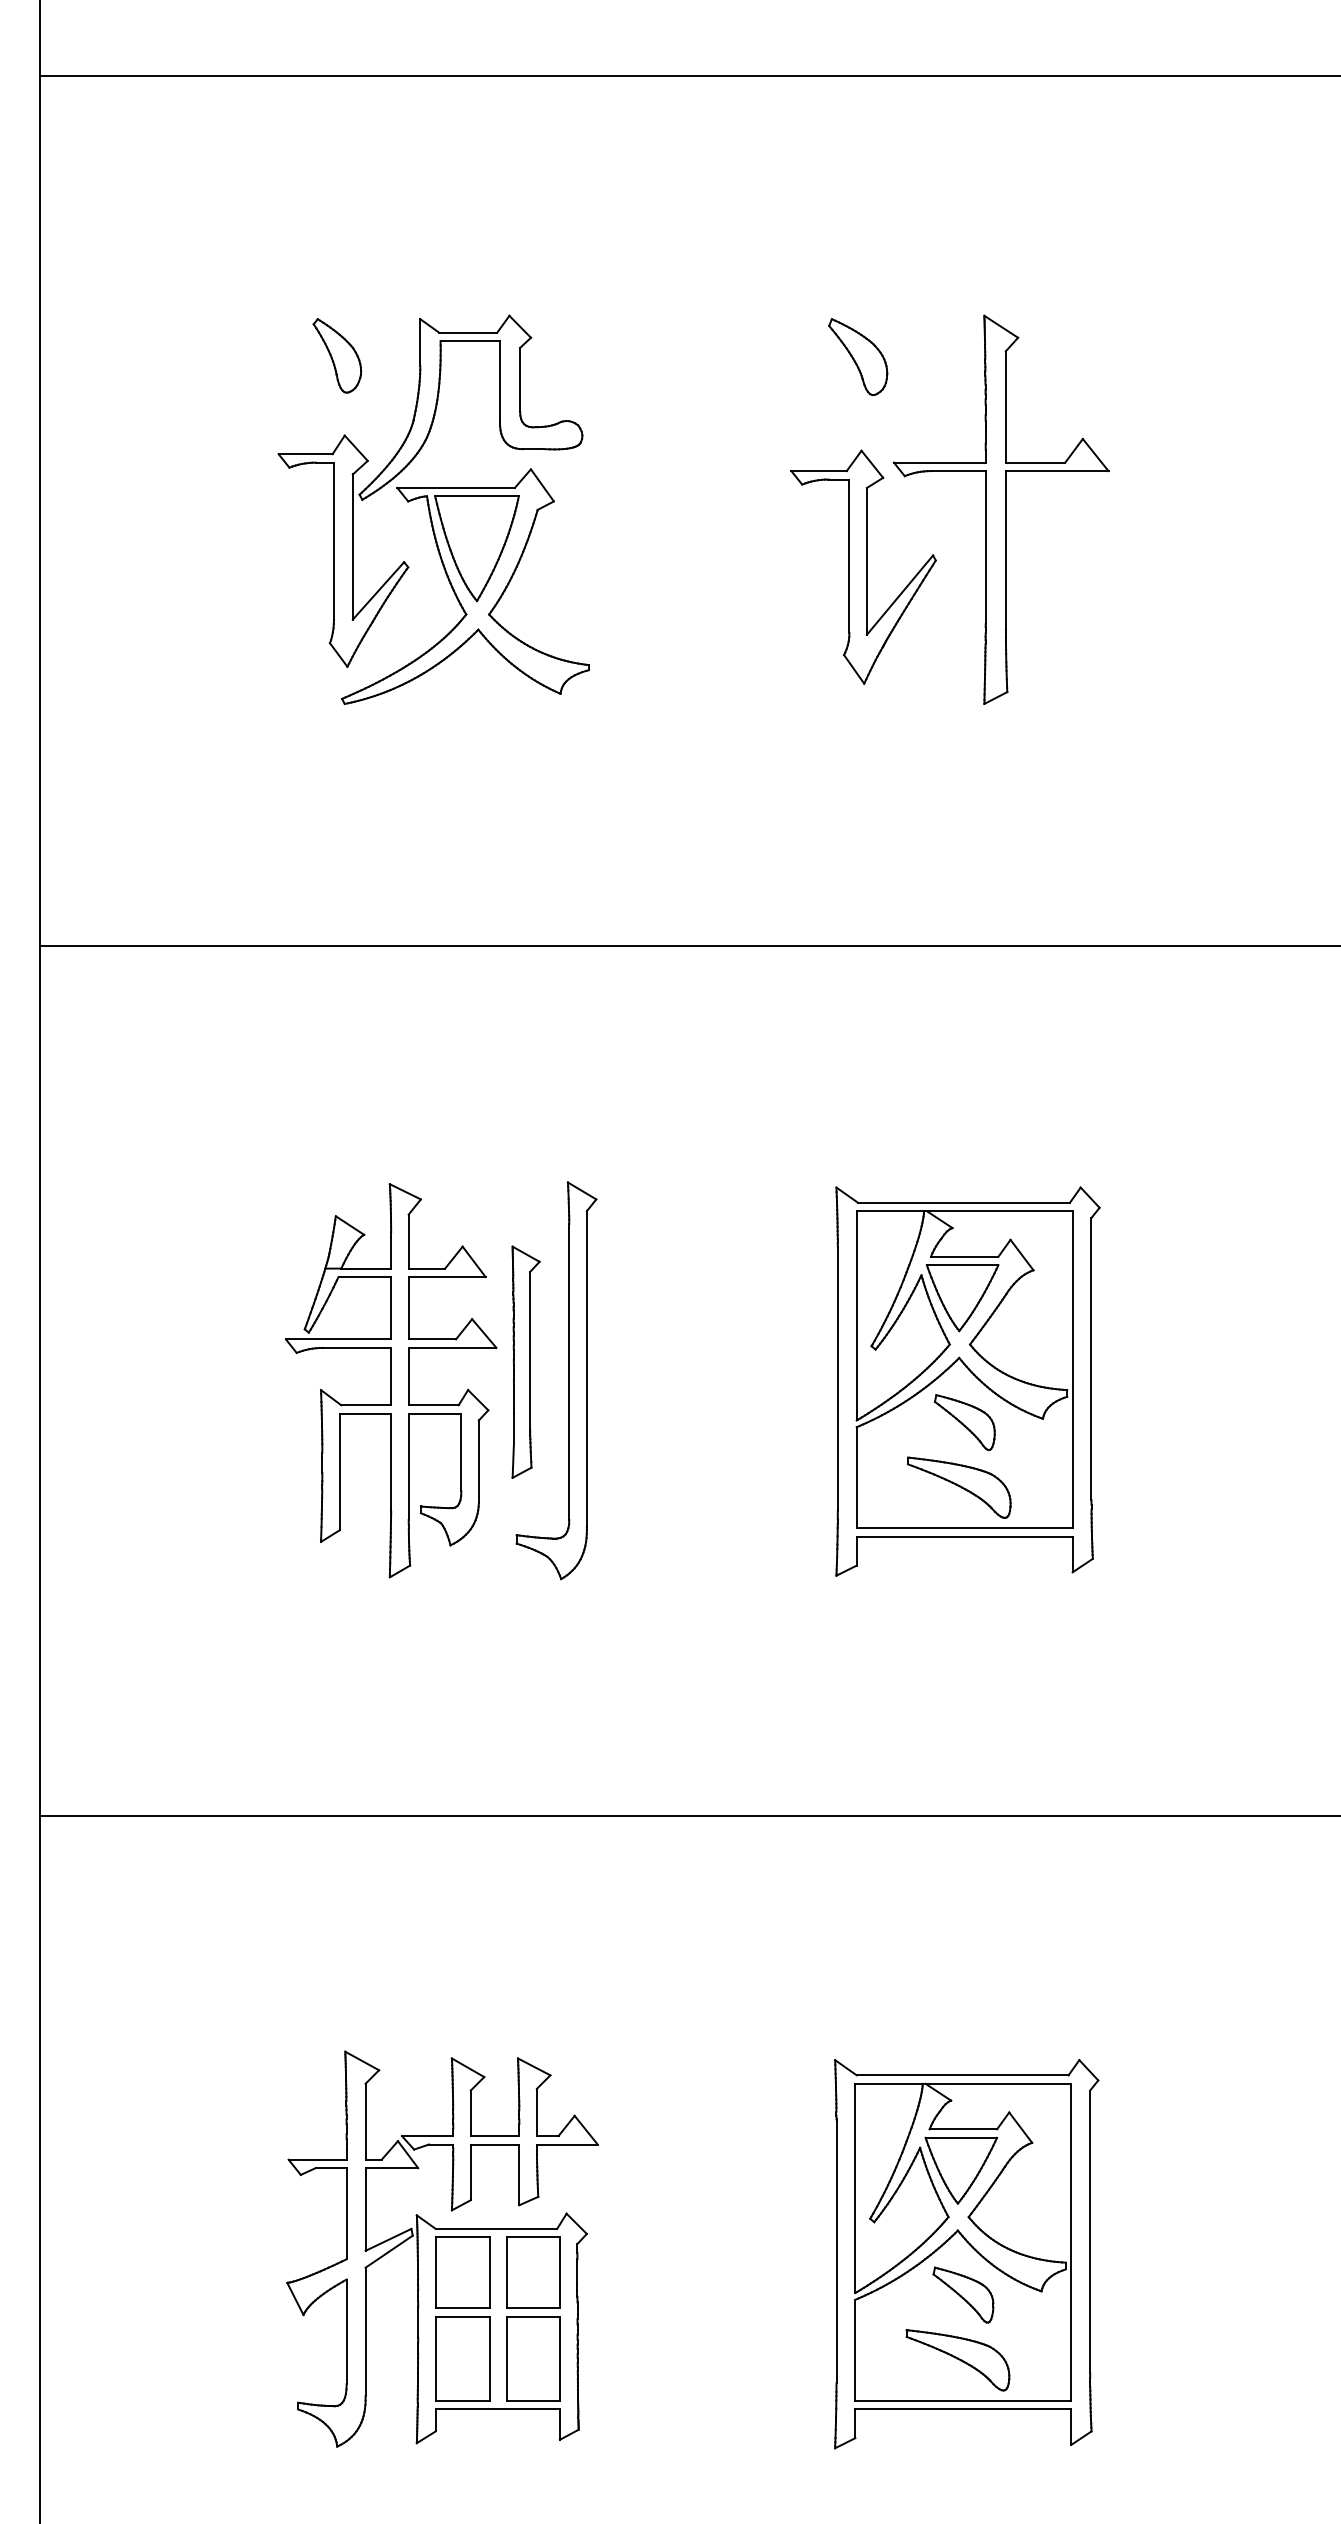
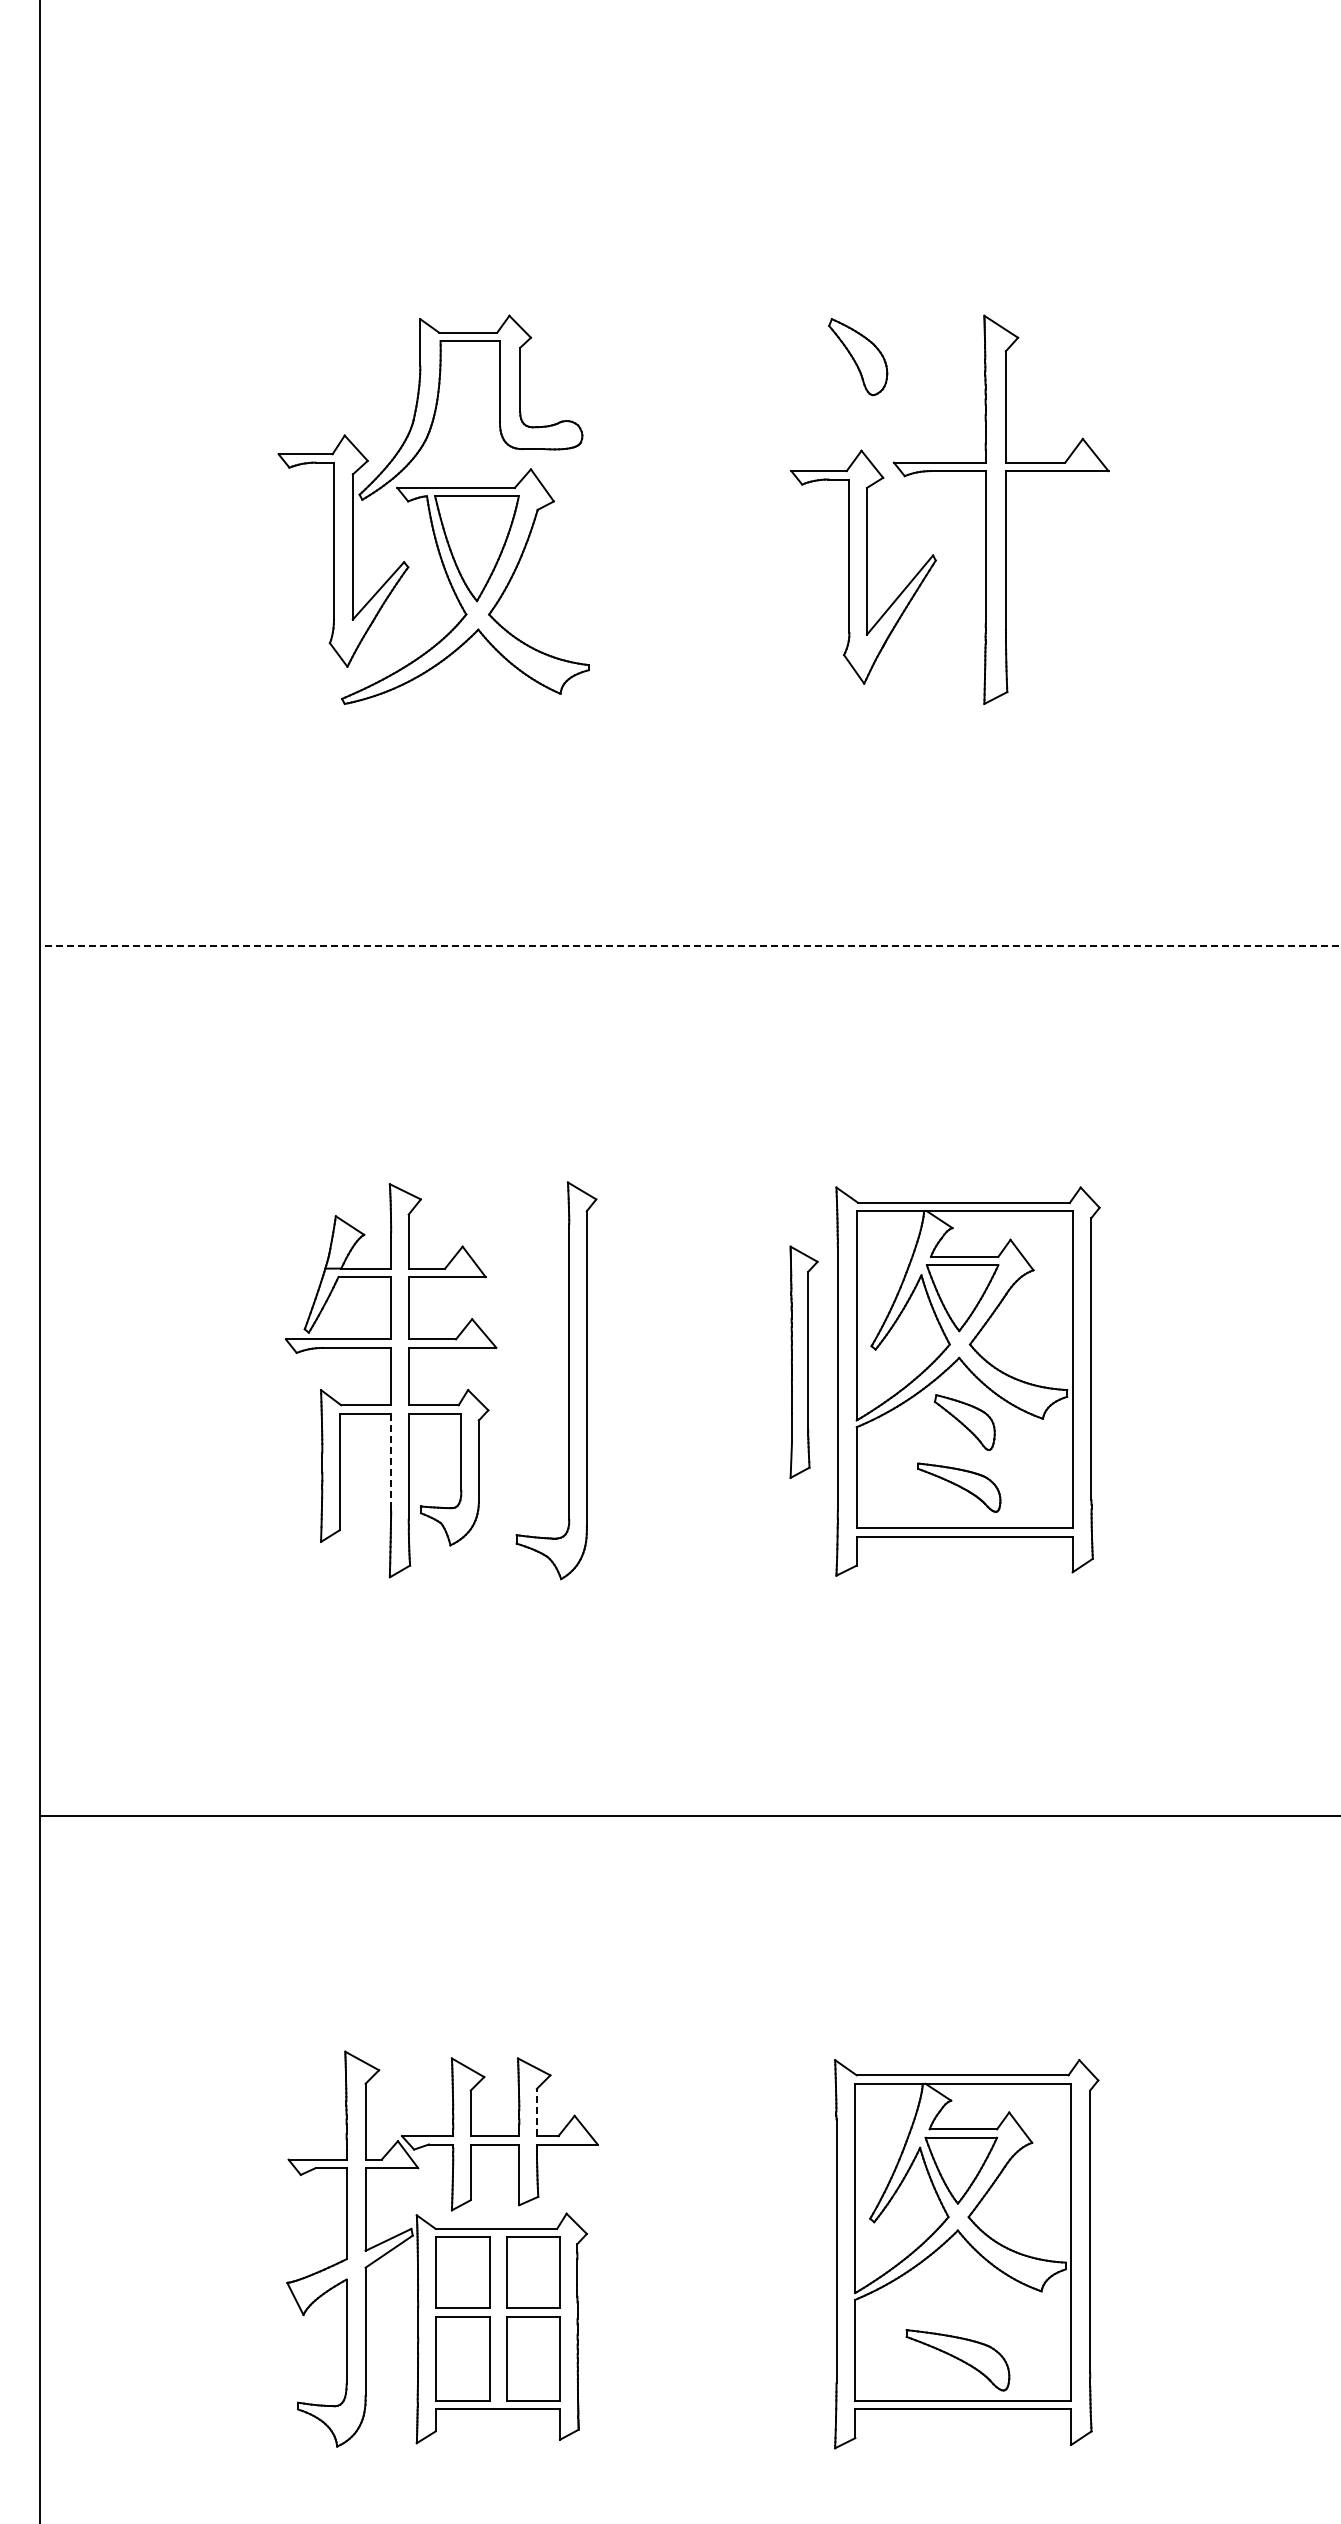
line at (688, 75): present -> none
part at (337, 355): present -> none
line at (689, 945): solid -> dashed
part at (525, 1361) position: (525, 1361) -> (803, 1361)
line at (391, 1461): solid -> dashed
part at (959, 1487) size: 105x63 px -> 85x51 px
line at (536, 2112): solid -> dashed
part at (963, 2294): present -> none
